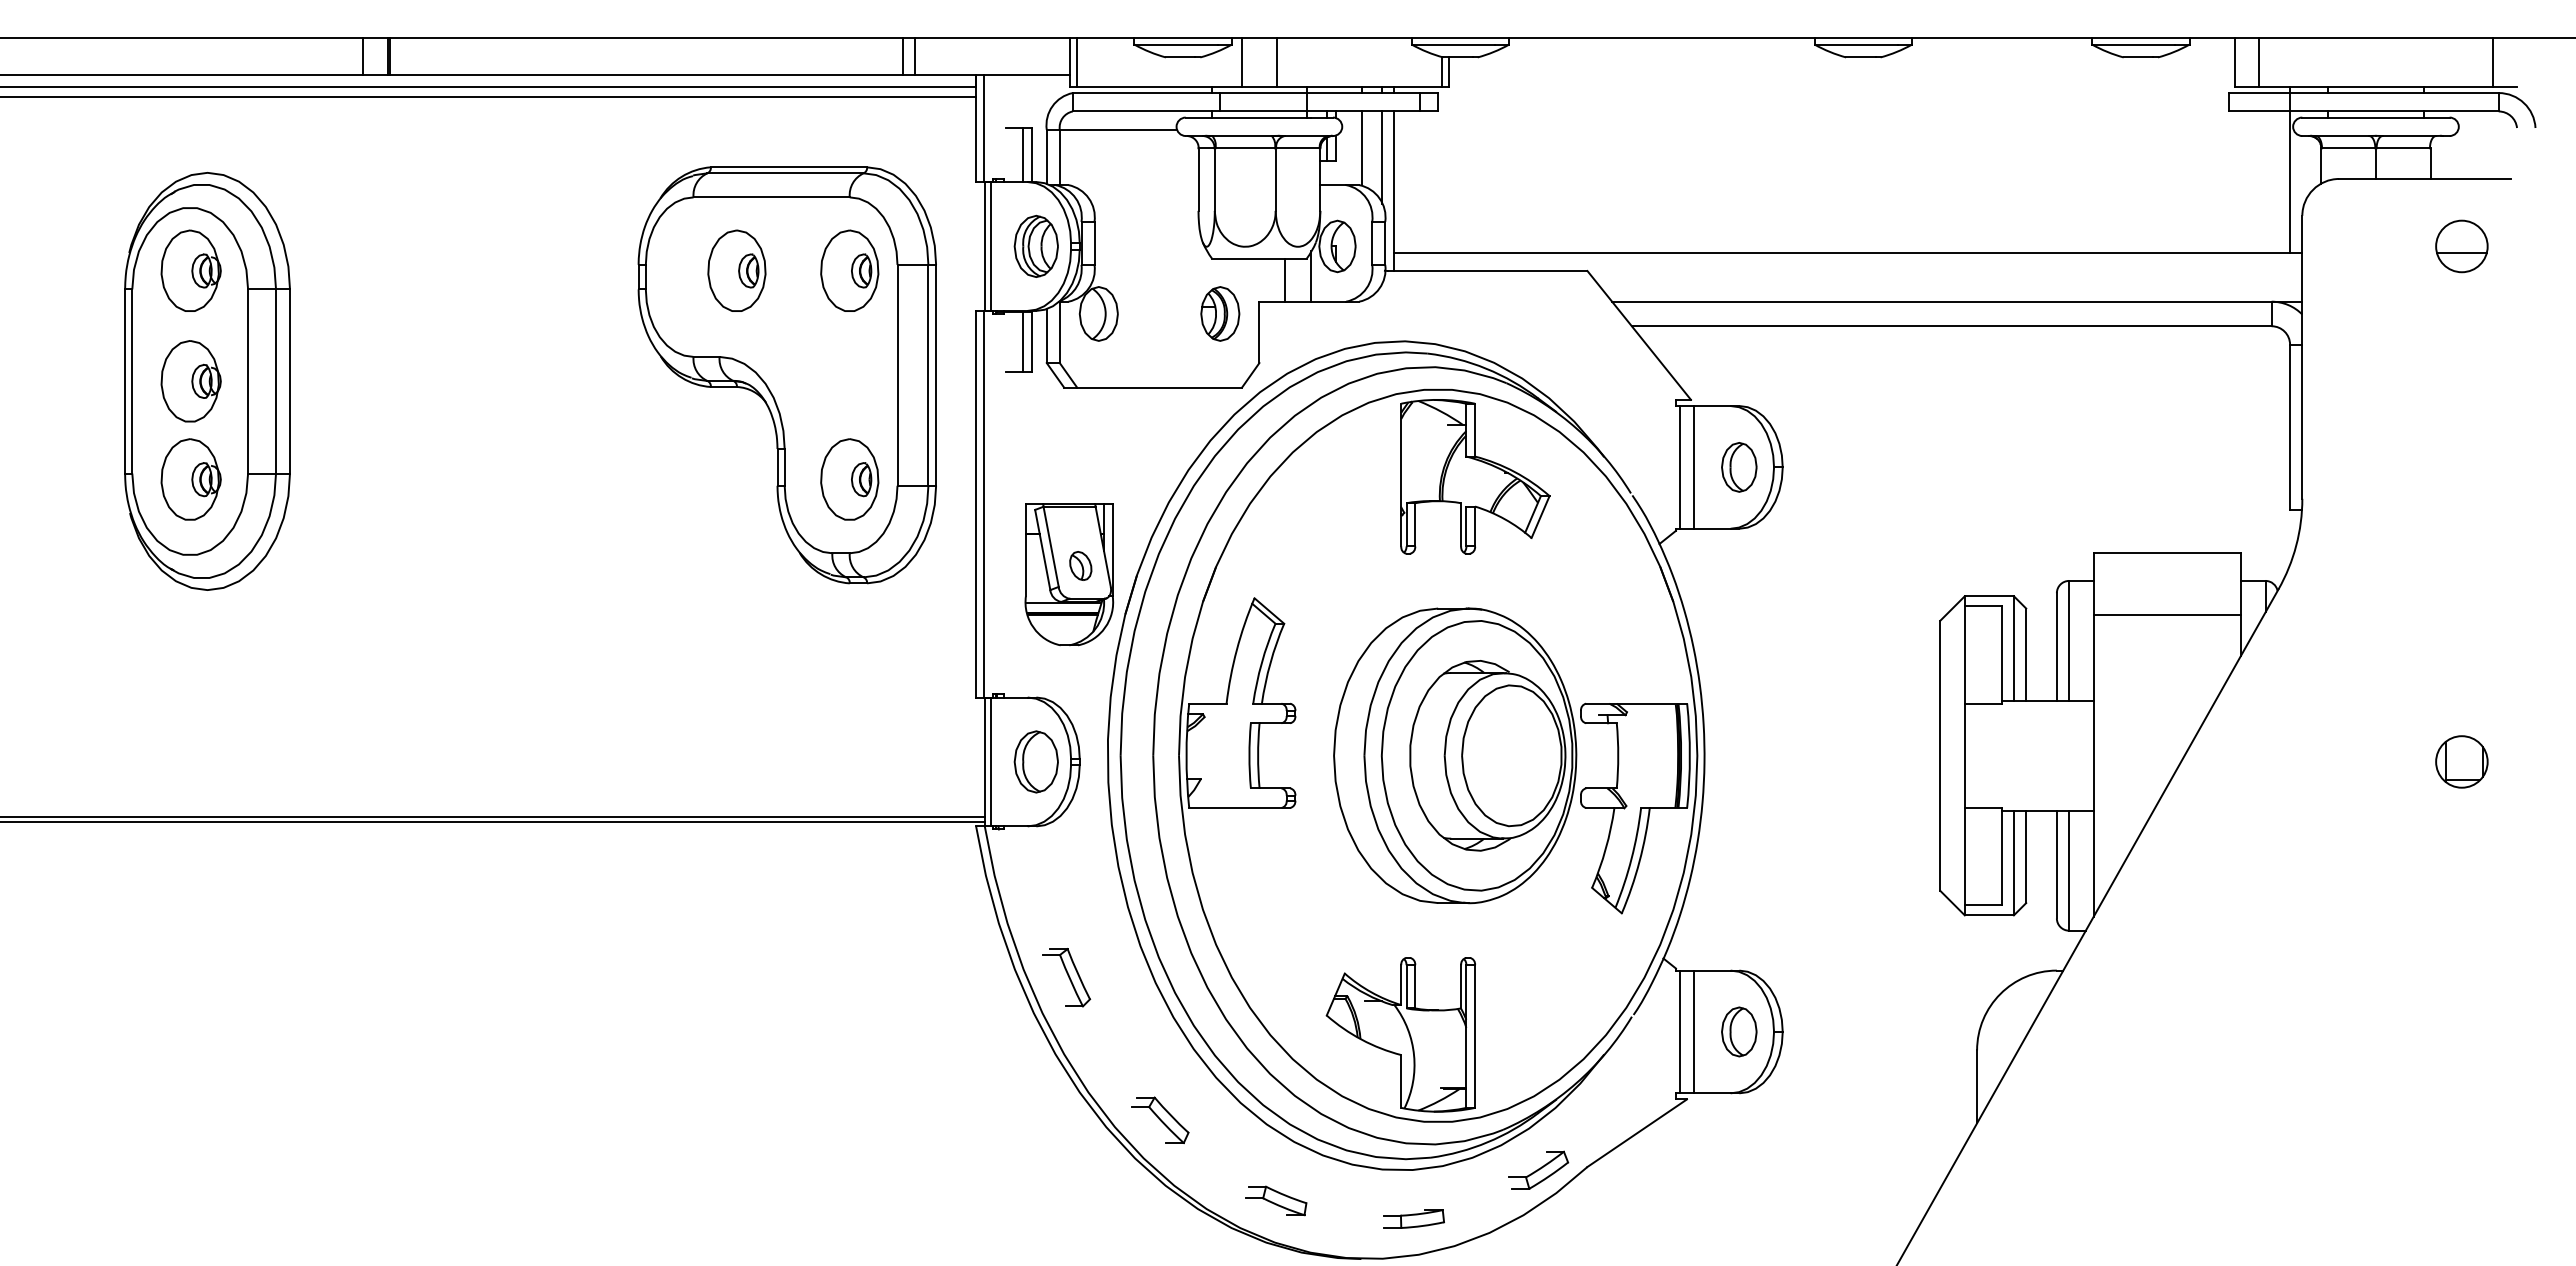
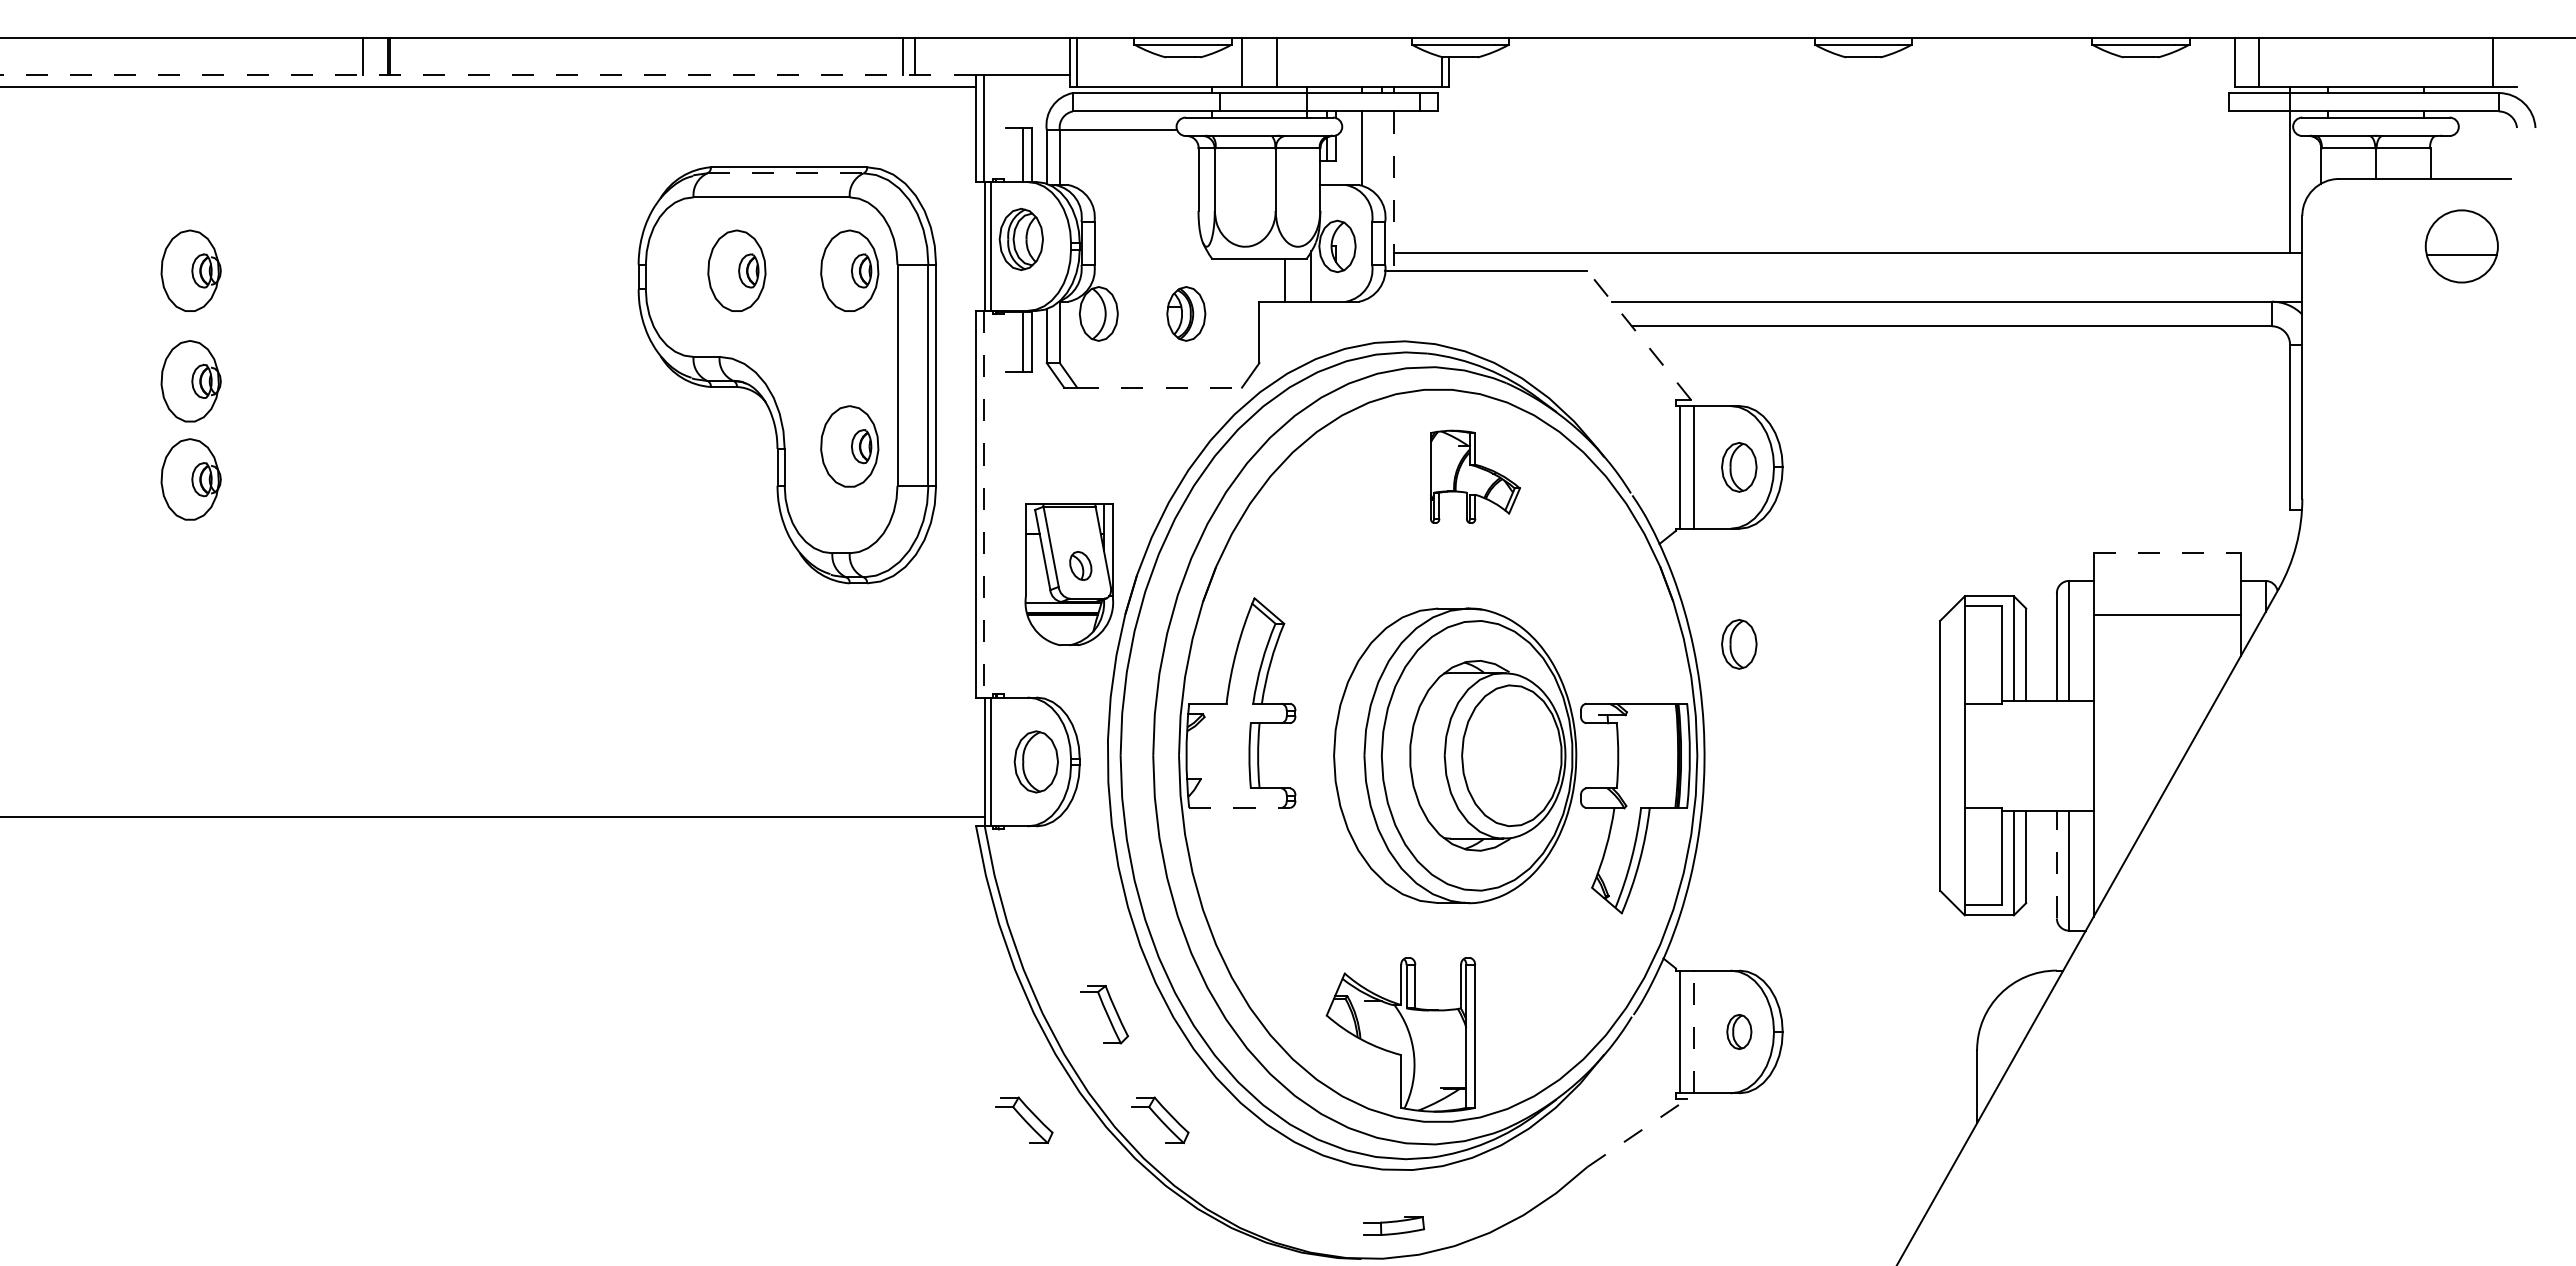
line at (487, 74): solid -> dashed
line at (488, 96): present -> none
line at (1381, 157): present -> none
line at (786, 173): solid -> dashed
line at (1394, 191): solid -> dashed
part at (1035, 245) position: (1035, 245) -> (1020, 238)
part at (2461, 246) size: 54x55 px -> 75x75 px
part at (1220, 313) position: (1220, 313) -> (1186, 313)
line at (1639, 335): solid -> dashed
part at (207, 381): present -> none
line at (1160, 387): solid -> dashed
part at (1475, 476) size: 151x156 px -> 91x95 px
part at (849, 479) position: (849, 479) -> (849, 446)
line at (984, 504): solid -> dashed
line at (2167, 553): solid -> dashed
part at (1739, 644): none -> present
part at (2461, 761): present -> none
line at (1240, 807): solid -> dashed
line at (493, 822): present -> none
line at (2056, 864): solid -> dashed
part at (1066, 977) position: (1066, 977) -> (1104, 1014)
line at (1694, 1031): solid -> dashed
part at (1739, 1031) size: 37x52 px -> 27x37 px
part at (1024, 1119): none -> present
line at (1637, 1132): solid -> dashed
part at (1538, 1169): present -> none
part at (1276, 1200): present -> none
part at (1413, 1218) position: (1413, 1218) -> (1393, 1225)
